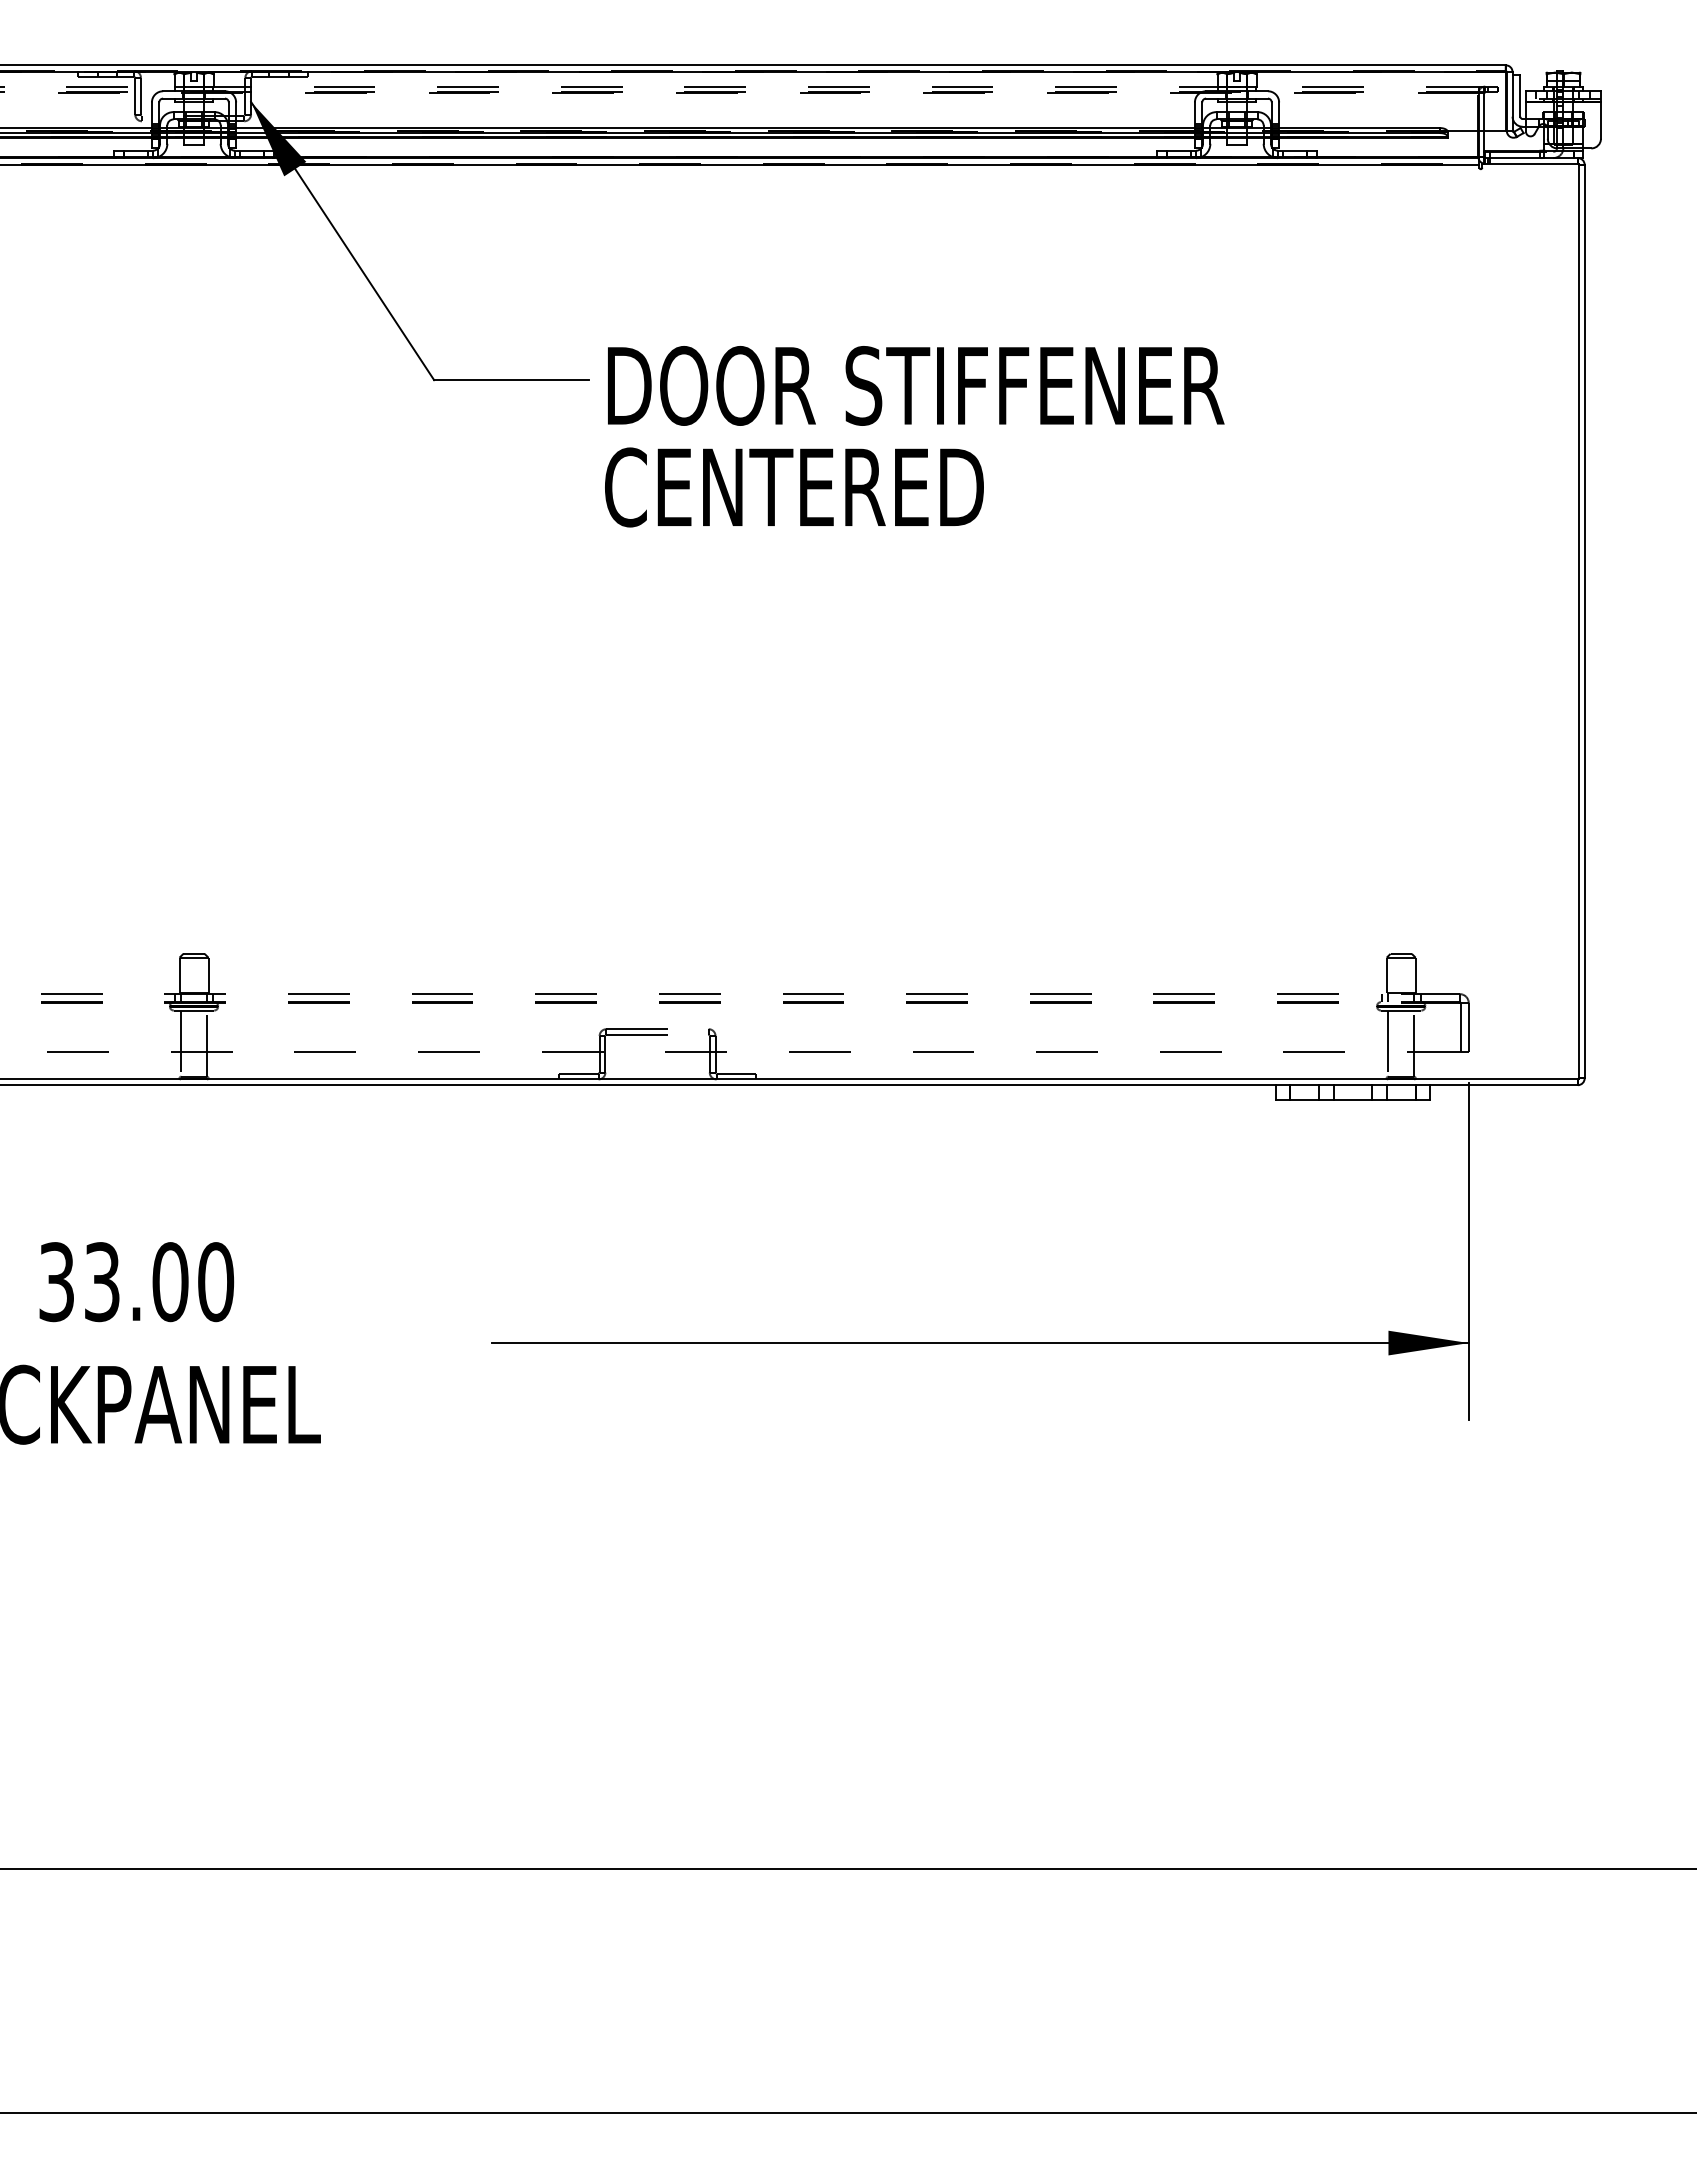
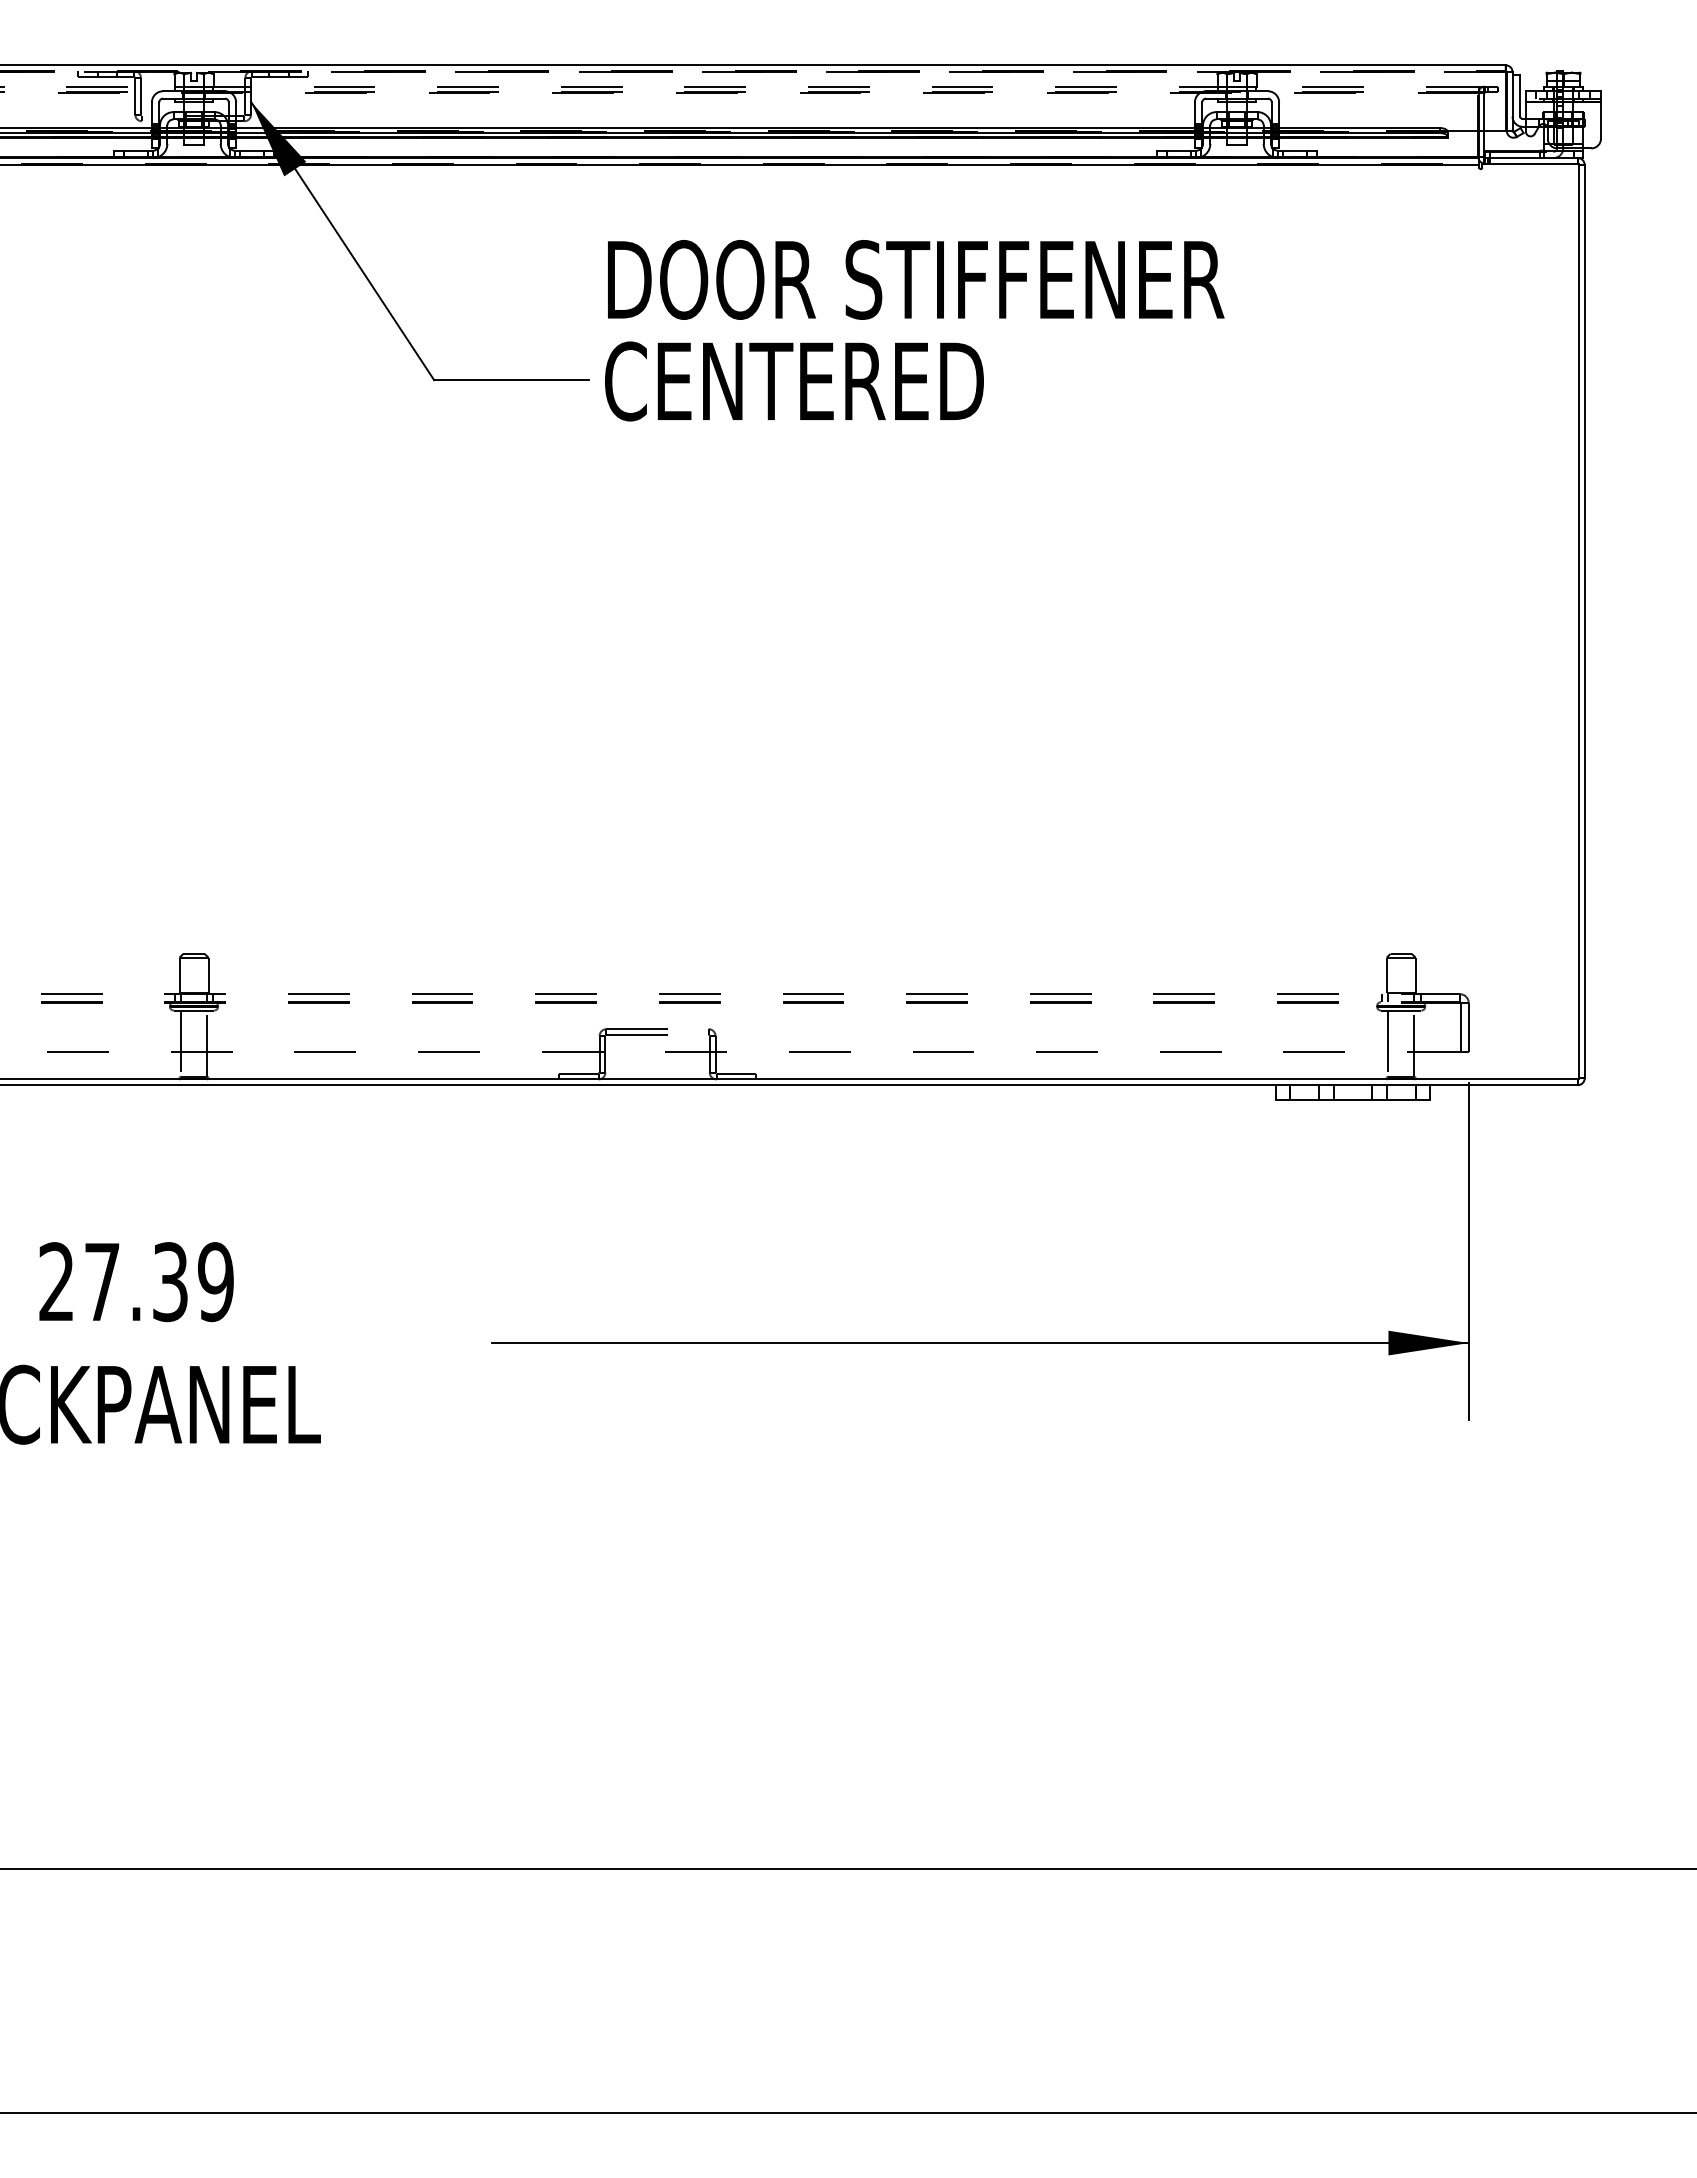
line at (752, 72): solid -> dashed
text at (914, 436) position: (914, 436) -> (914, 330)
text at (136, 1282): 33.00 -> 27.39
